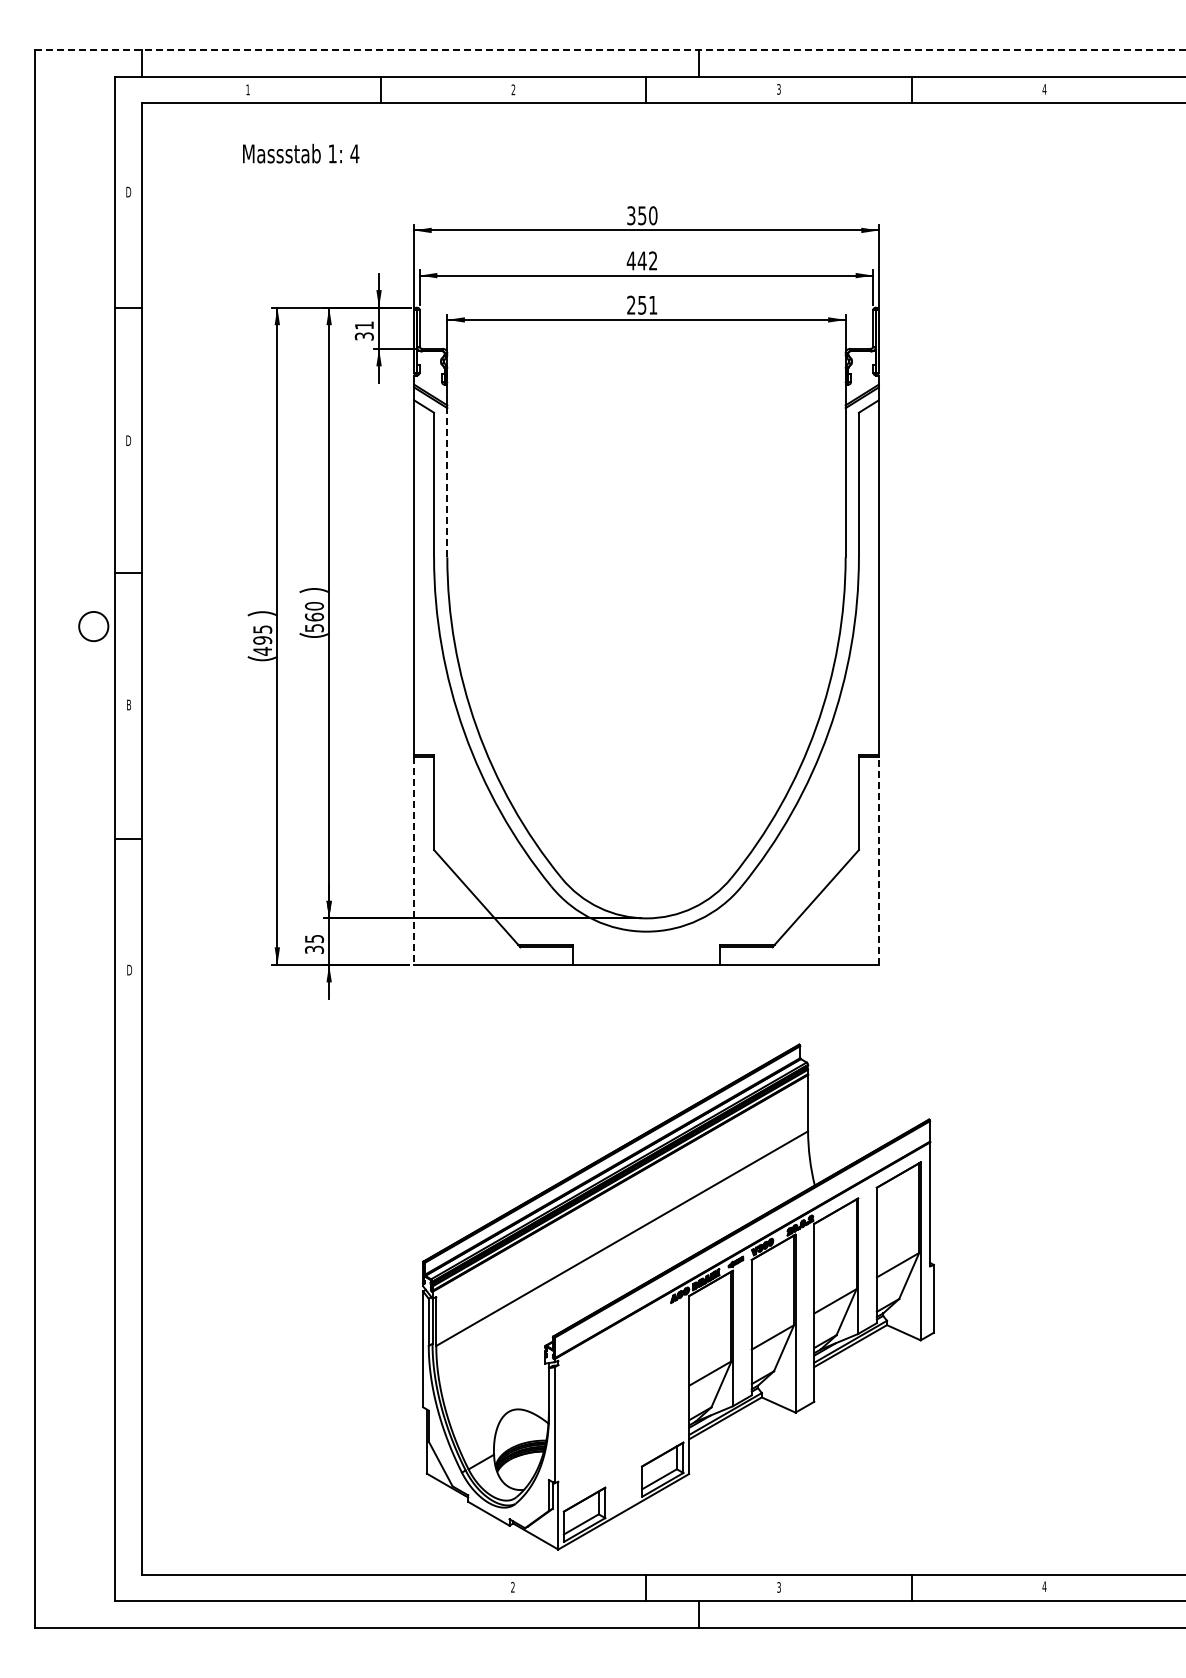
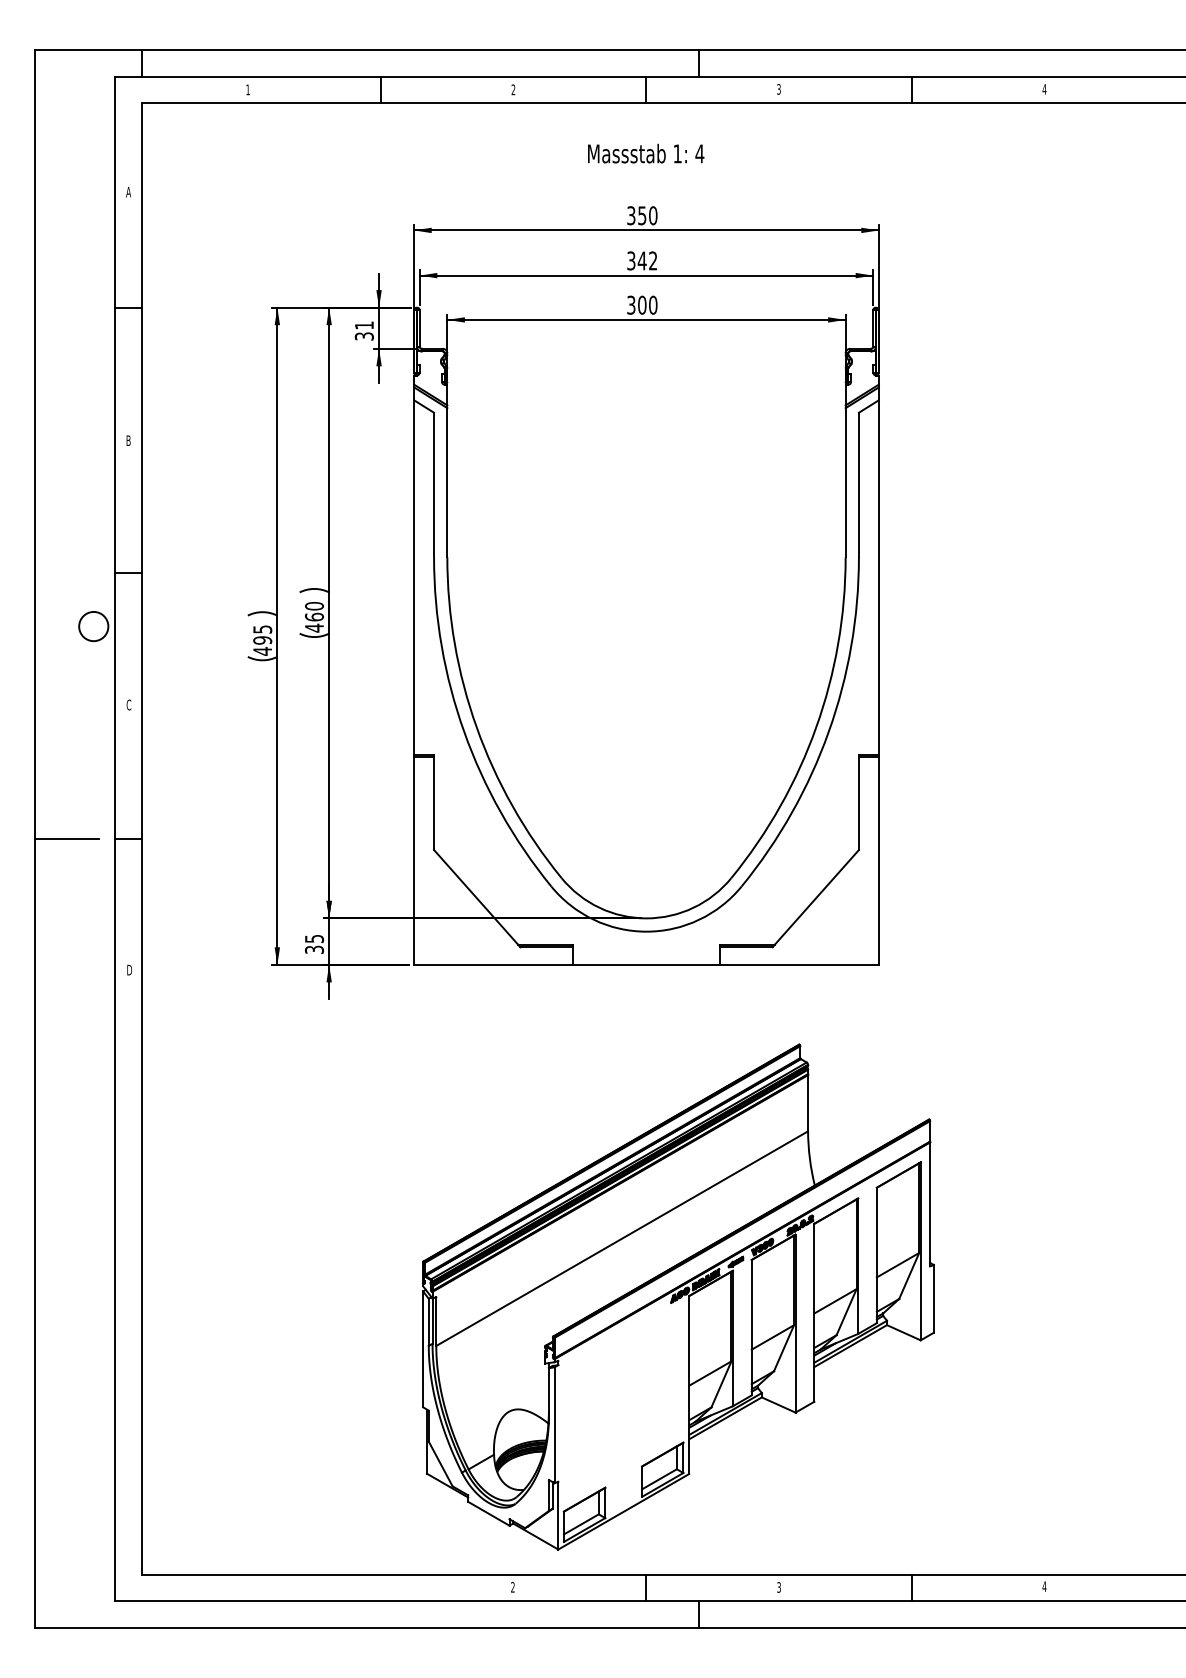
line at (610, 50): dashed -> solid
text at (301, 153) position: (301, 153) -> (646, 153)
text at (128, 191): D -> A
text at (630, 260): 442 -> 342
text at (642, 304): 251 -> 300
text at (128, 440): D -> B
line at (447, 482): dashed -> solid
text at (314, 627): 560 -> 460
text at (128, 704): B -> C
line at (67, 839): none -> present
line at (414, 861): dashed -> solid
line at (878, 861): dashed -> solid
